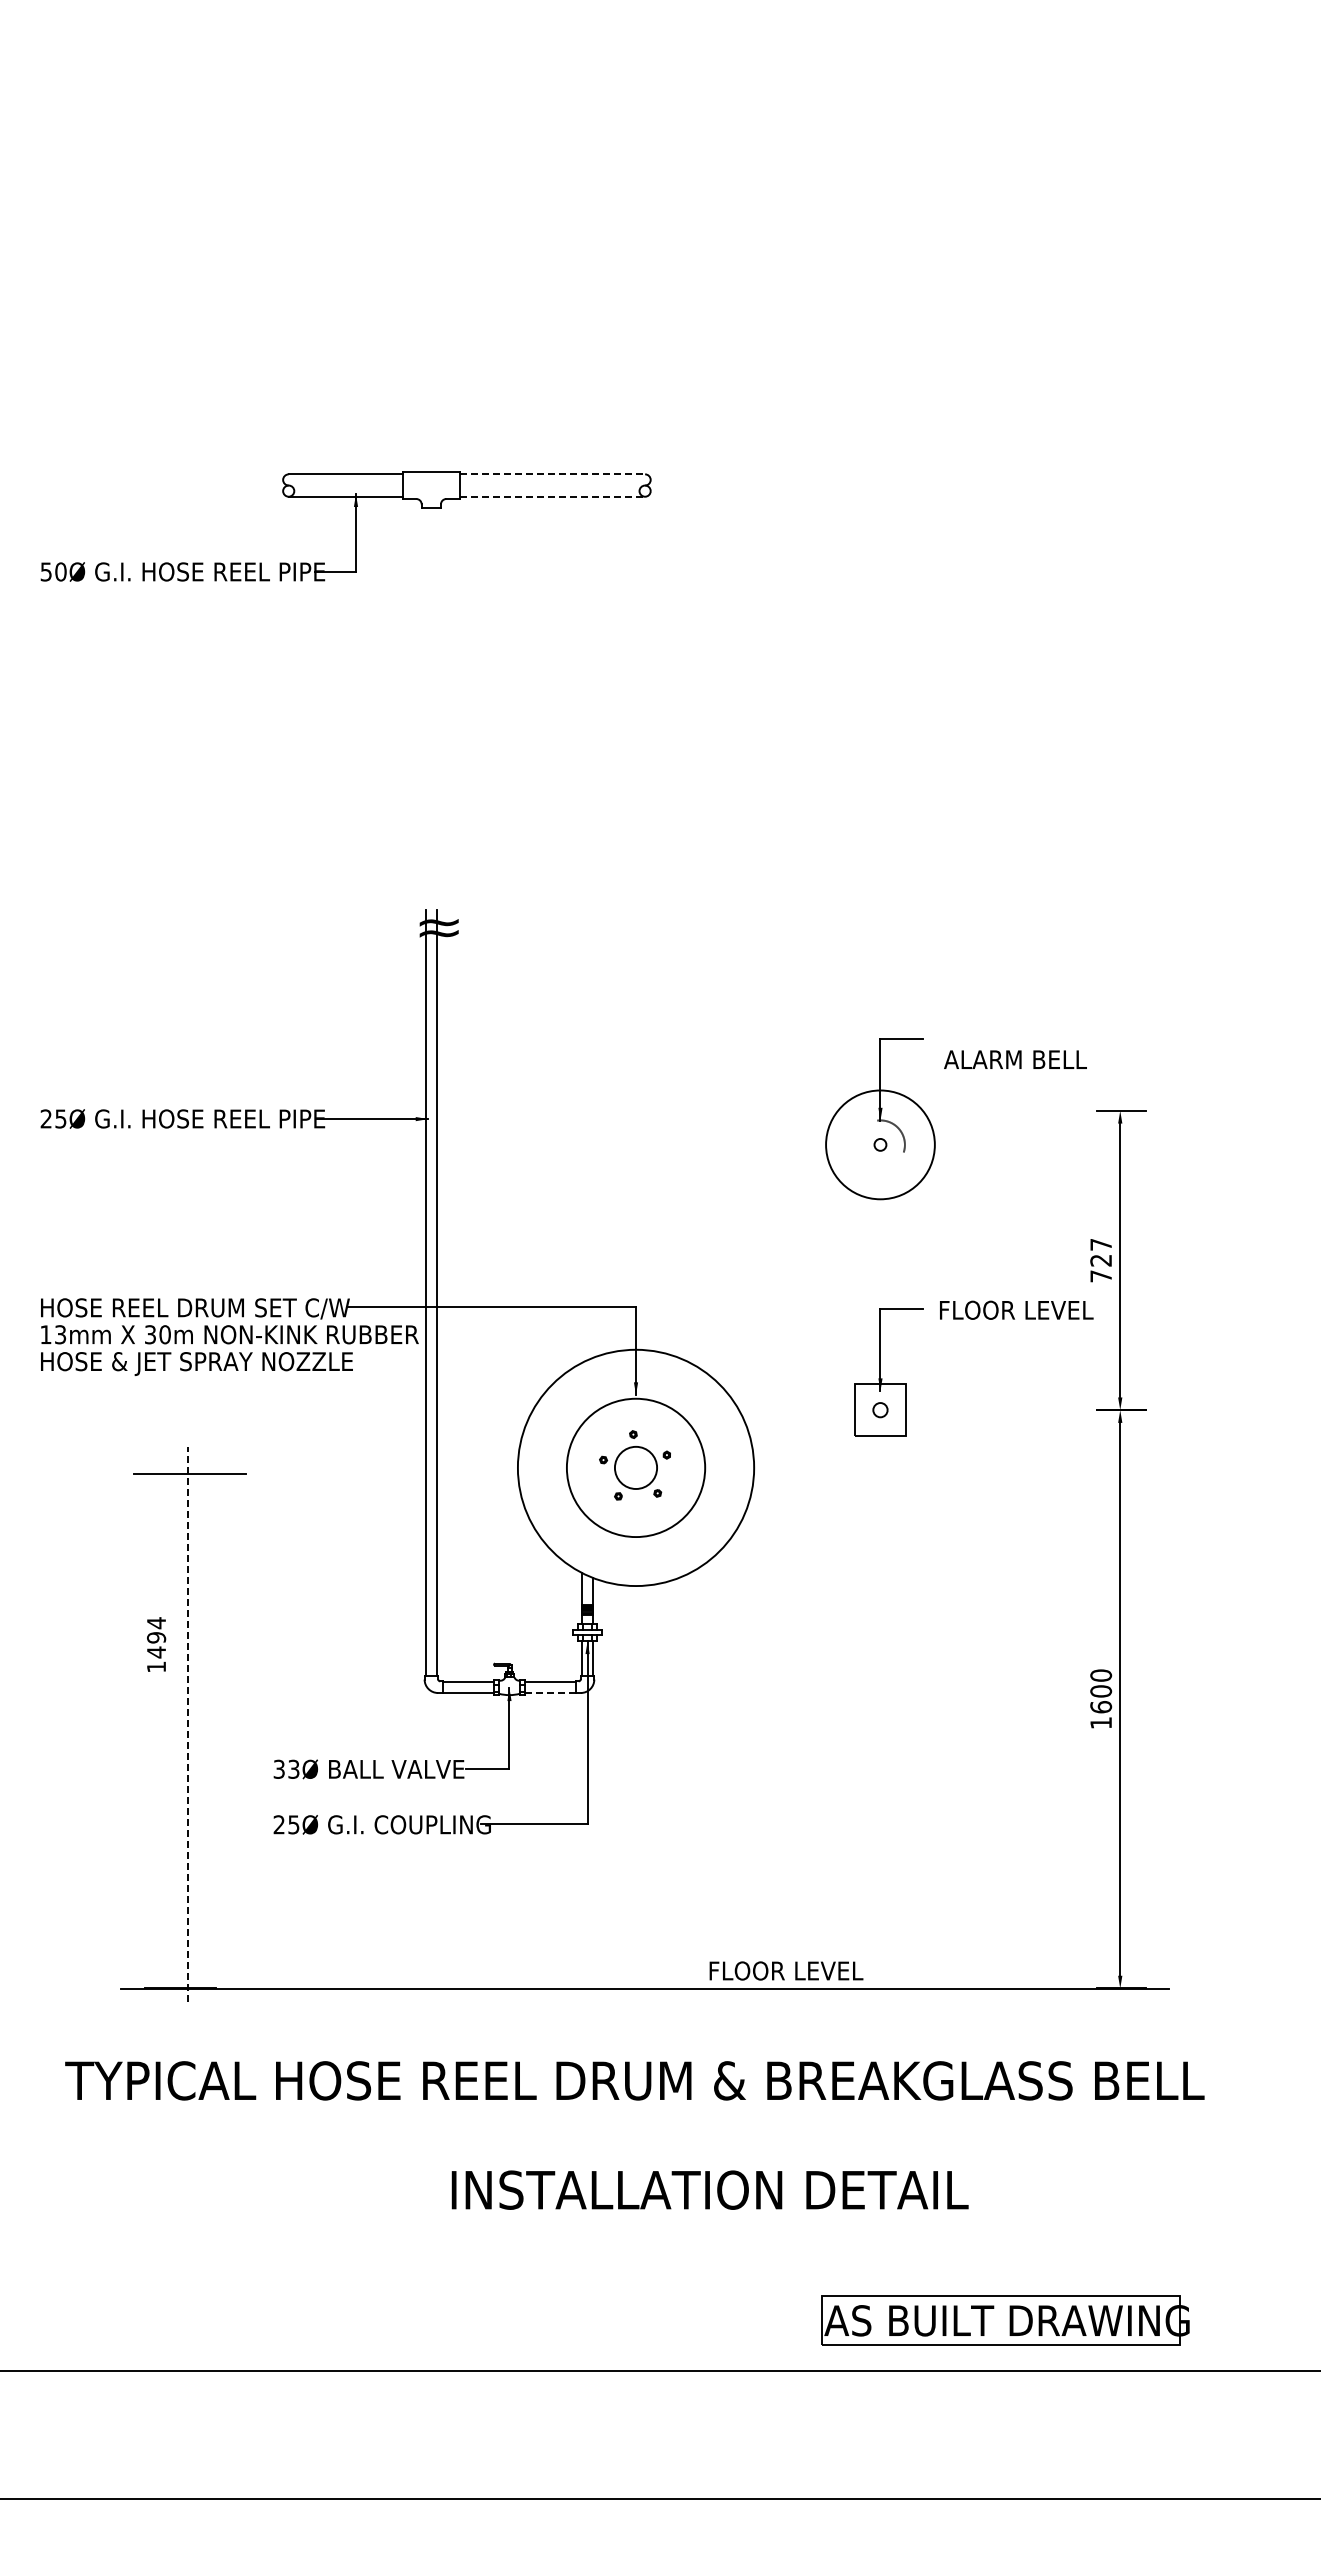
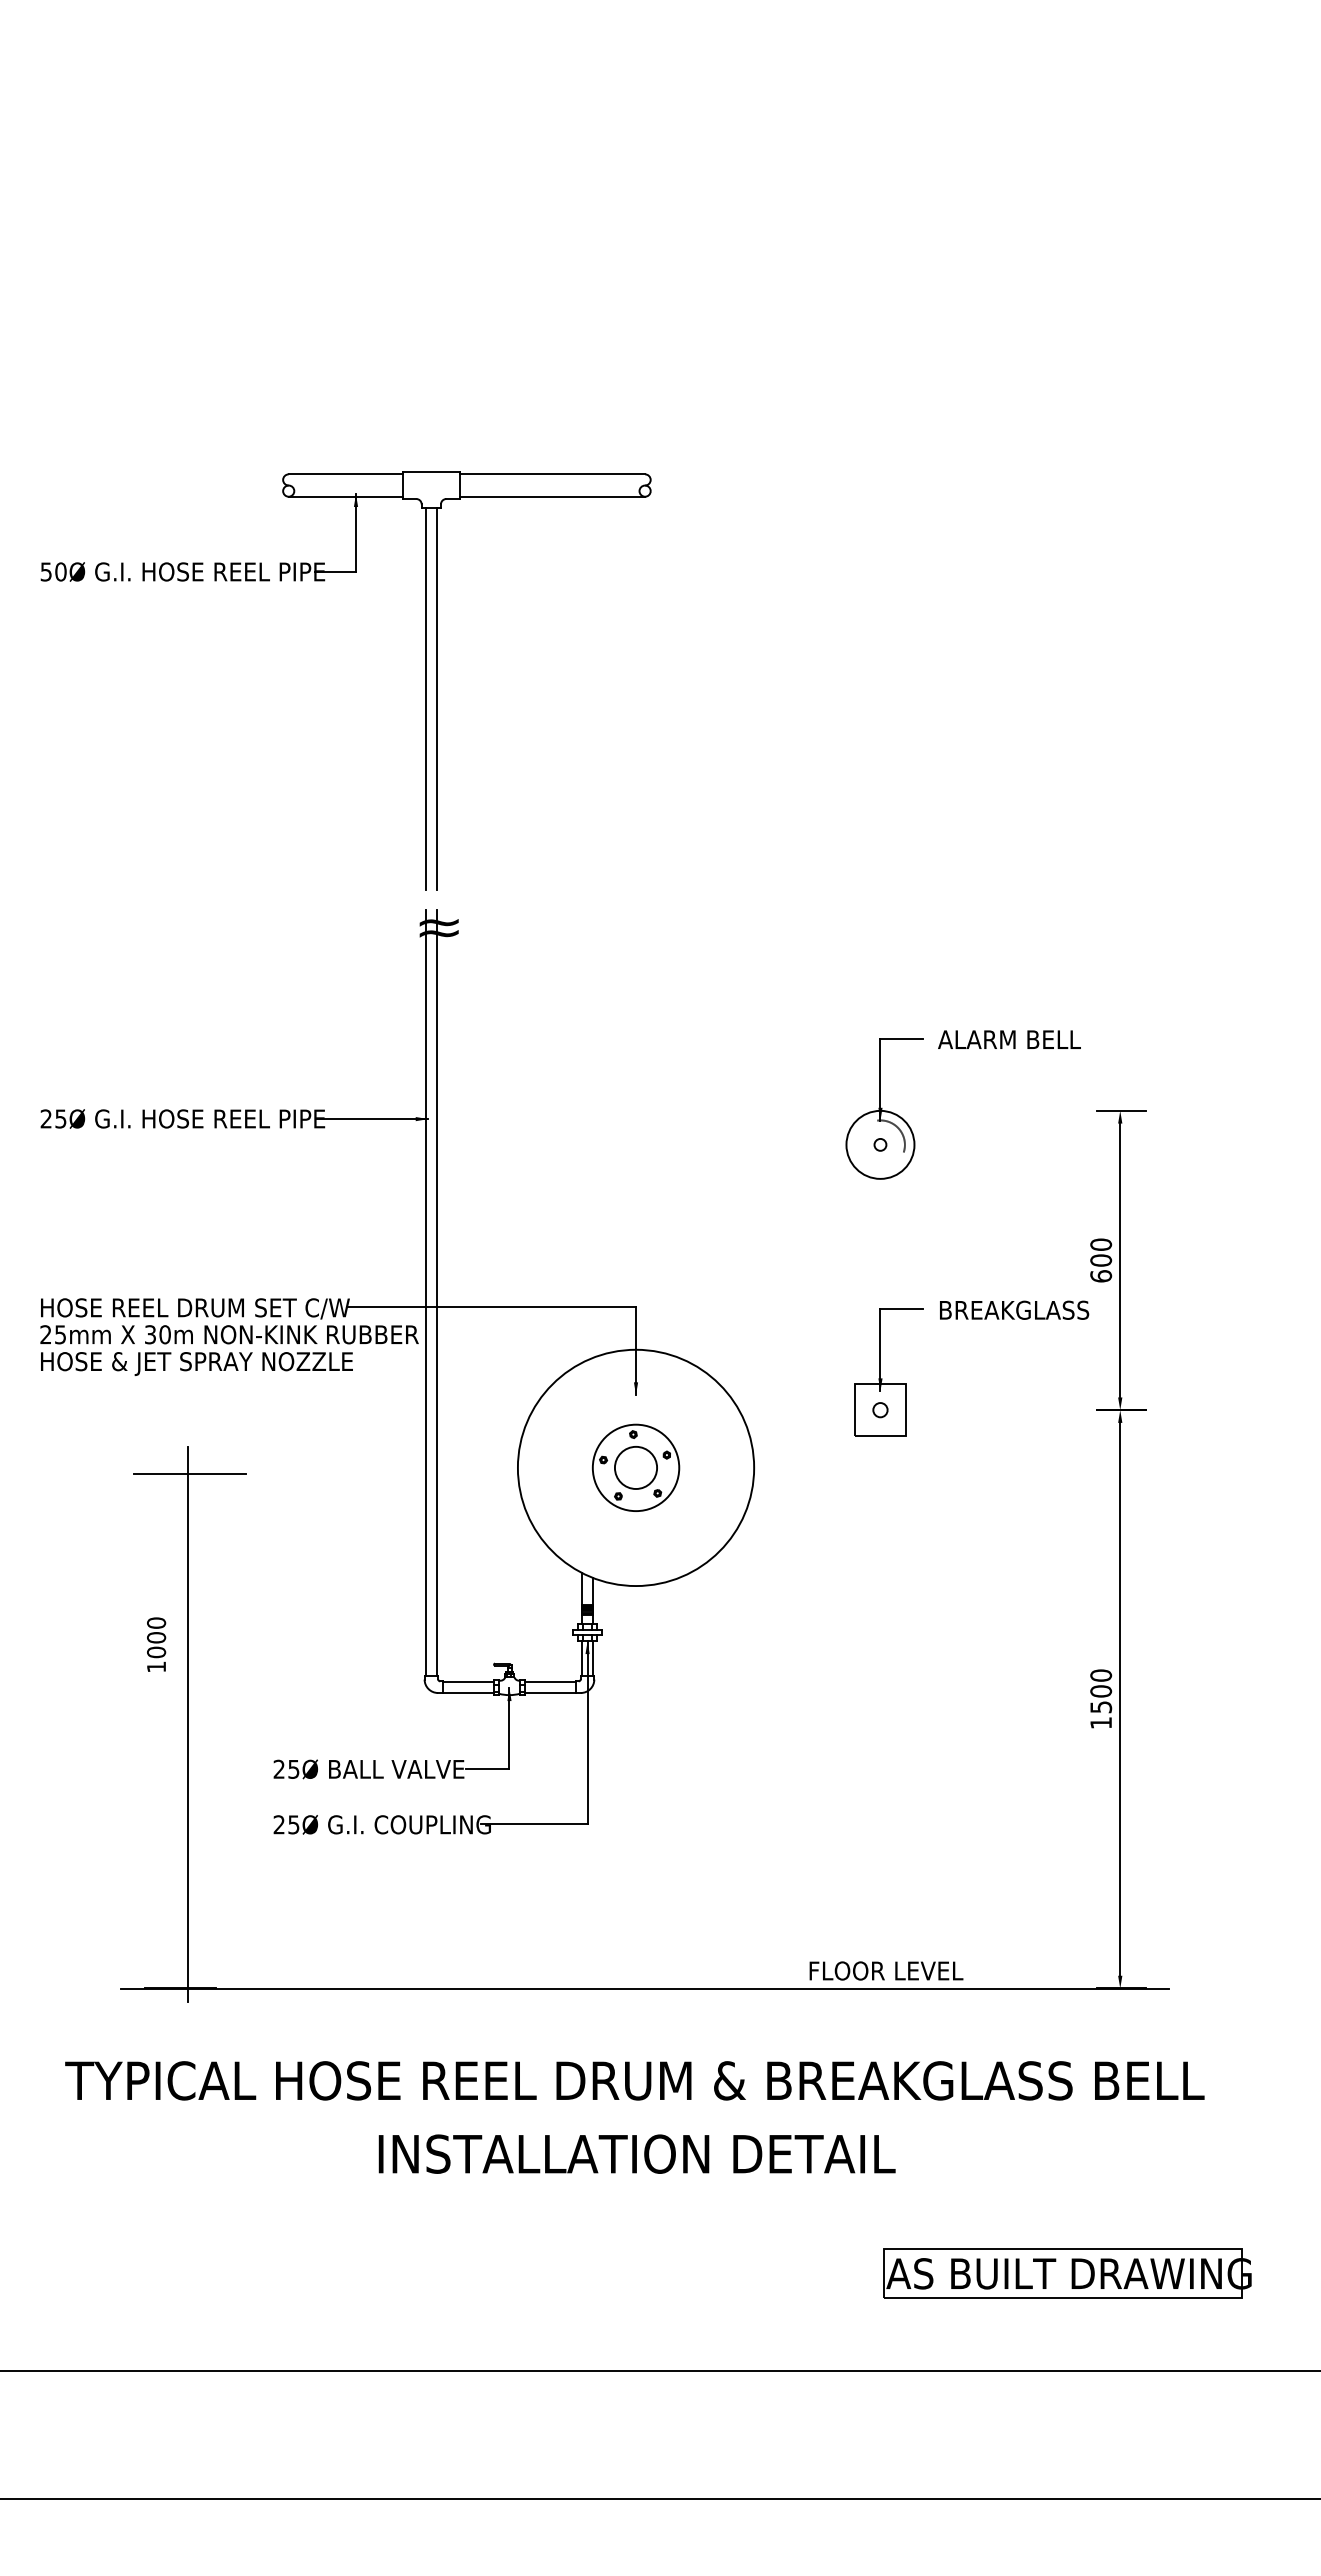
line at (552, 474): dashed -> solid
line at (552, 496): dashed -> solid
line at (425, 698): none -> present
line at (436, 698): none -> present
text at (1015, 1059) position: (1015, 1059) -> (1009, 1039)
circle at (880, 1144) diameter: 109 px -> 68 px
text at (1101, 1260): 727 -> 600
text at (1017, 1309): FLOOR LEVEL -> BREAKGLASS
text at (53, 1334): 13mm -> 25mm
circle at (635, 1467) diameter: 138 px -> 86 px
text at (156, 1637): 1494 -> 1000
line at (550, 1692): dashed -> solid
text at (1101, 1707): 1600 -> 1500
line at (187, 1724): dashed -> solid
text at (286, 1768): 33Ø -> 25Ø
text at (786, 1970) position: (786, 1970) -> (886, 1970)
text at (709, 2189) position: (709, 2189) -> (636, 2153)
part at (1005, 2320) position: (1005, 2320) -> (1067, 2273)
